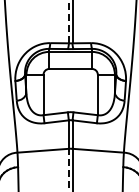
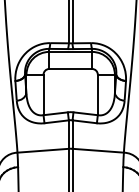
line at (68, 21): dashed -> solid
line at (68, 169): dashed -> solid
